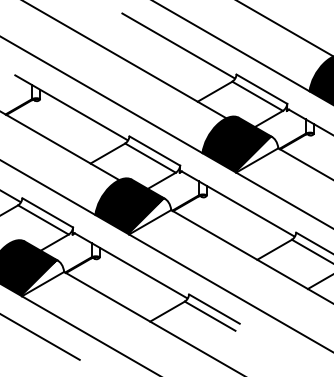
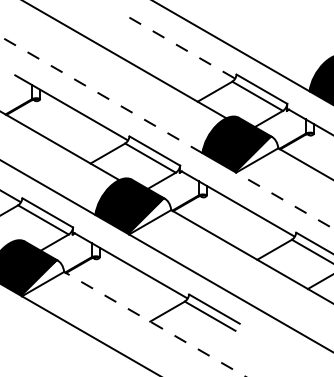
line at (284, 28): present -> none
line at (178, 45): solid -> dashed
line at (101, 94): solid -> dashed
line at (284, 200): solid -> dashed
line at (154, 324): solid -> dashed
line at (40, 337): present -> none
